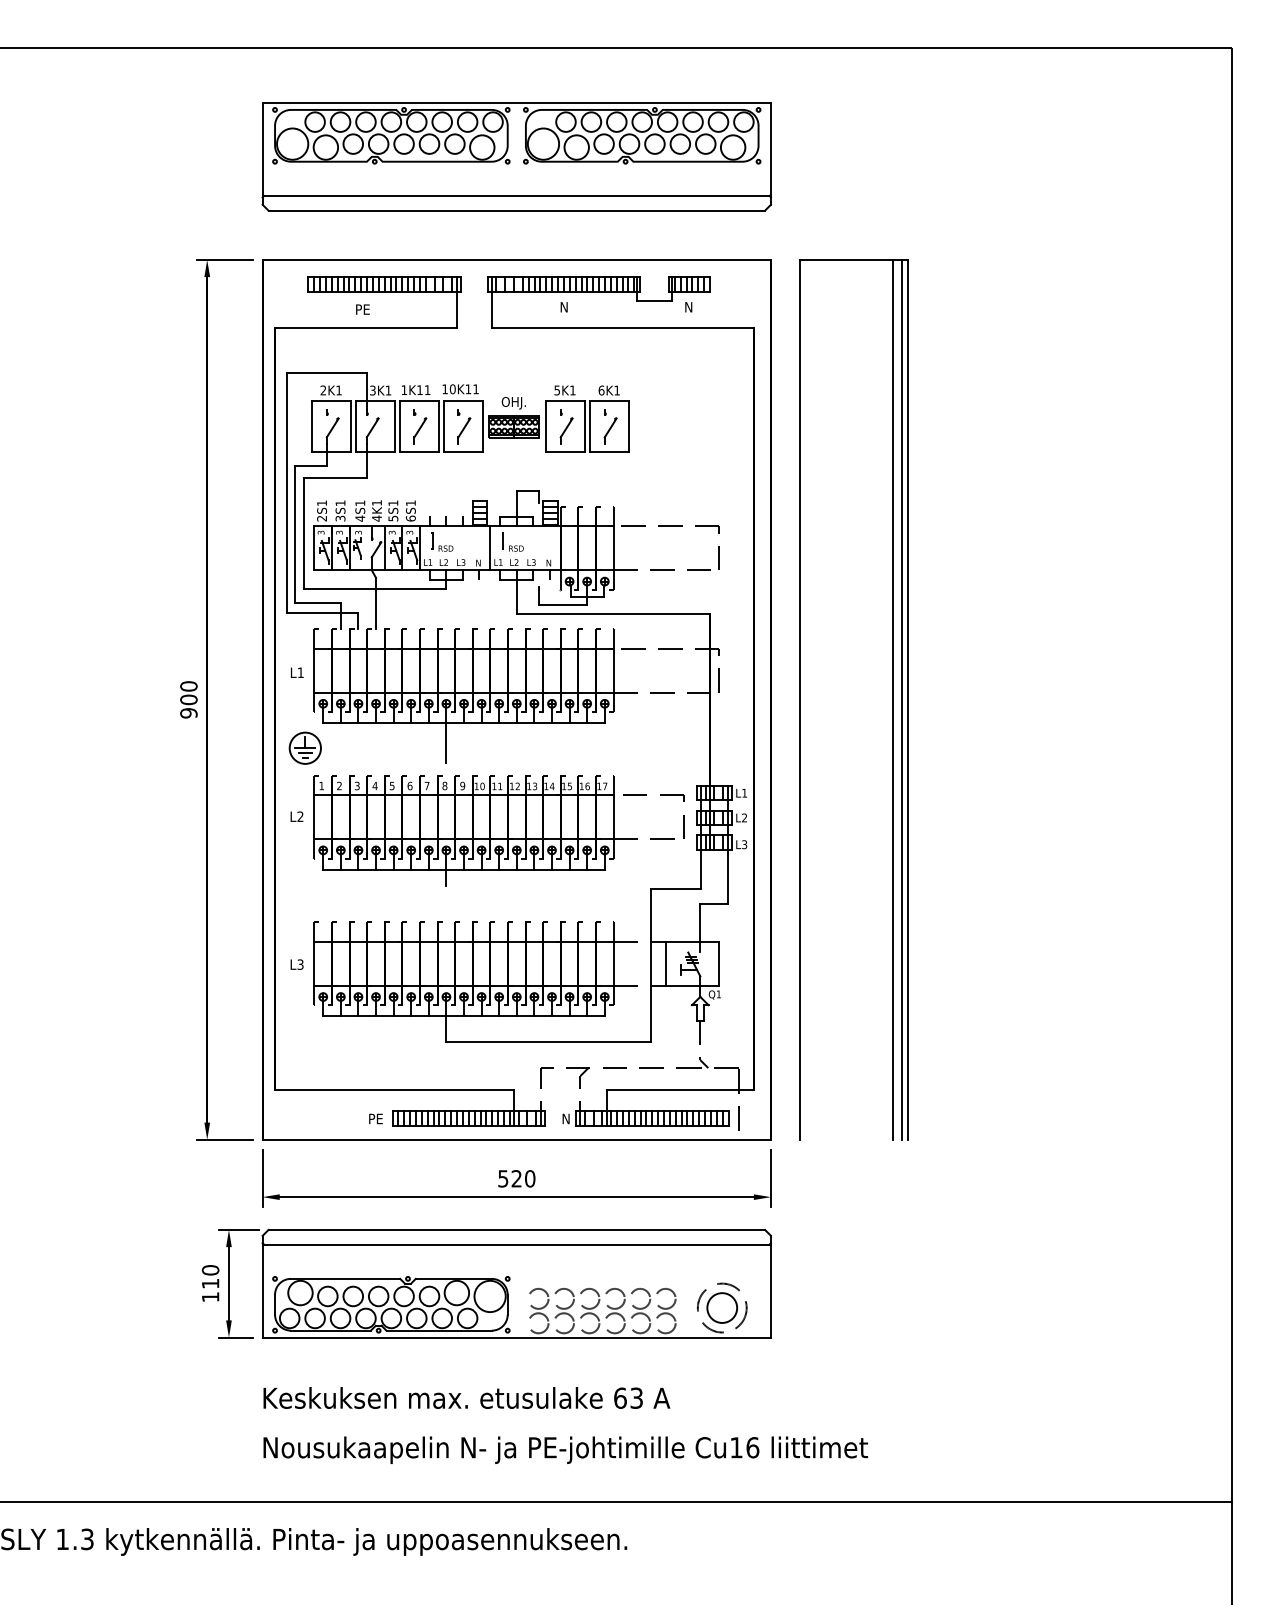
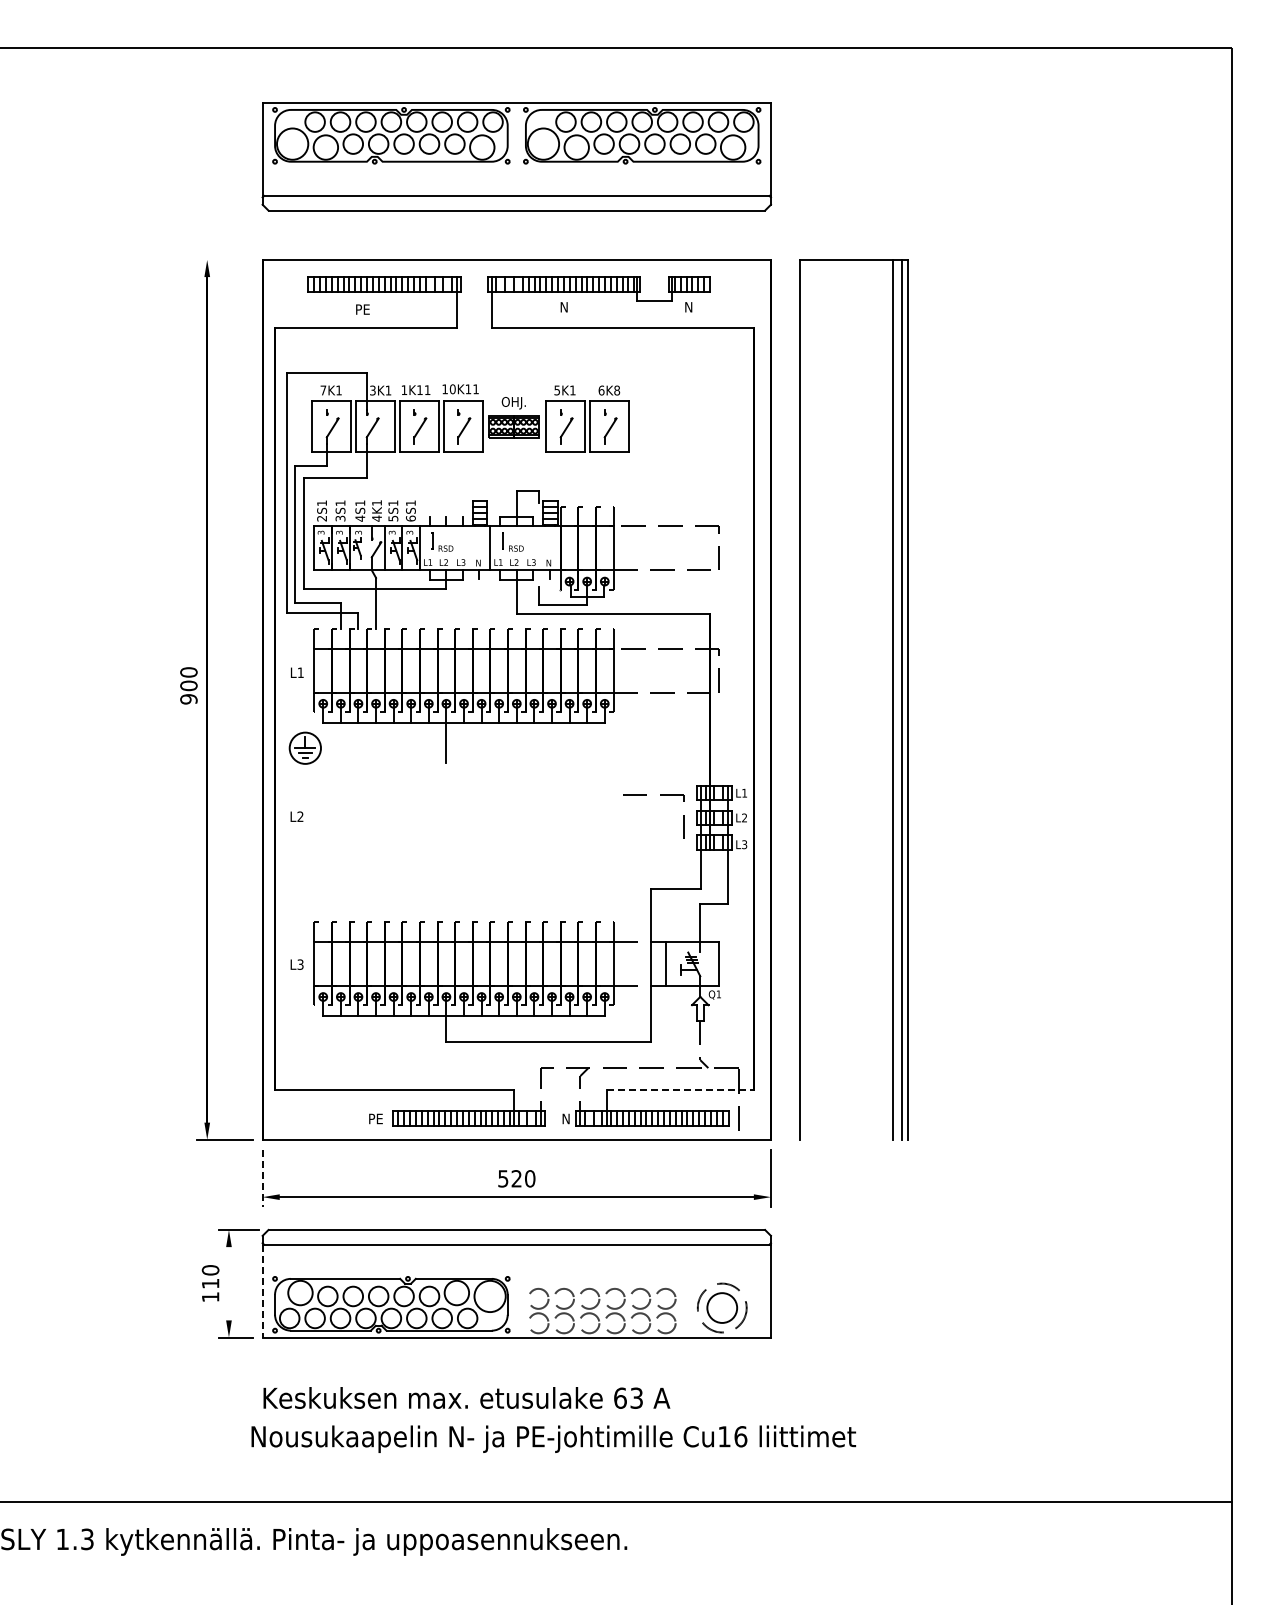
line at (224, 259): present -> none
text at (323, 390): 2K1 -> 7K1
text at (617, 390): 6K1 -> 6K8
text at (188, 699) position: (188, 699) -> (188, 685)
part at (493, 830): present -> none
line at (680, 1090): solid -> dashed
line at (262, 1178): solid -> dashed
line at (228, 1283): present -> none
line at (262, 1291): solid -> dashed
text at (565, 1449) position: (565, 1449) -> (553, 1438)
